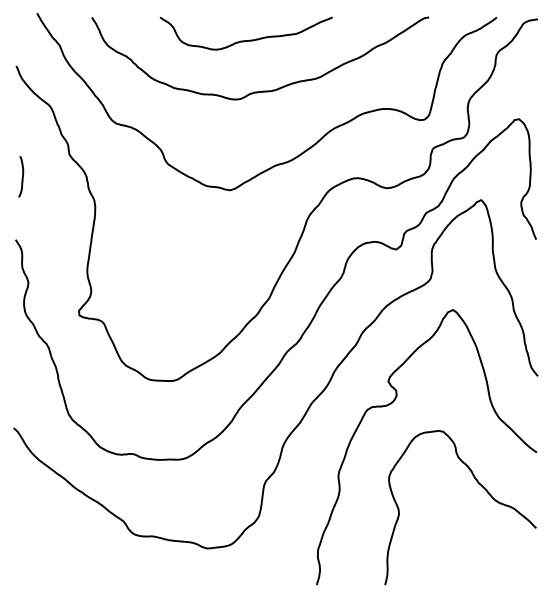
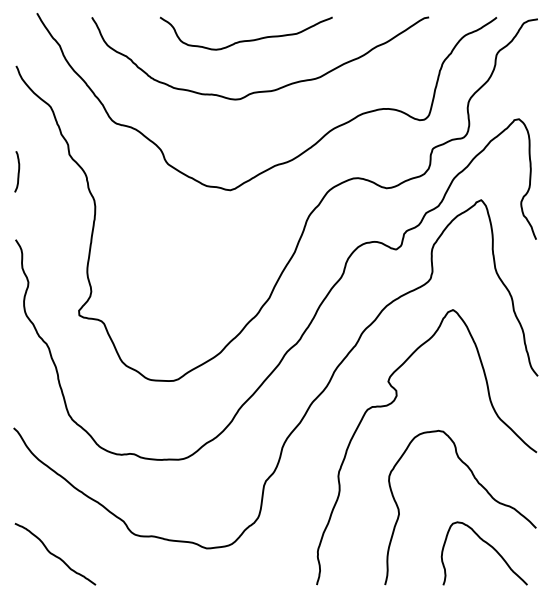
curve at (22, 176) position: (22, 176) -> (18, 171)
curve at (489, 546): none -> present
curve at (54, 554): none -> present
